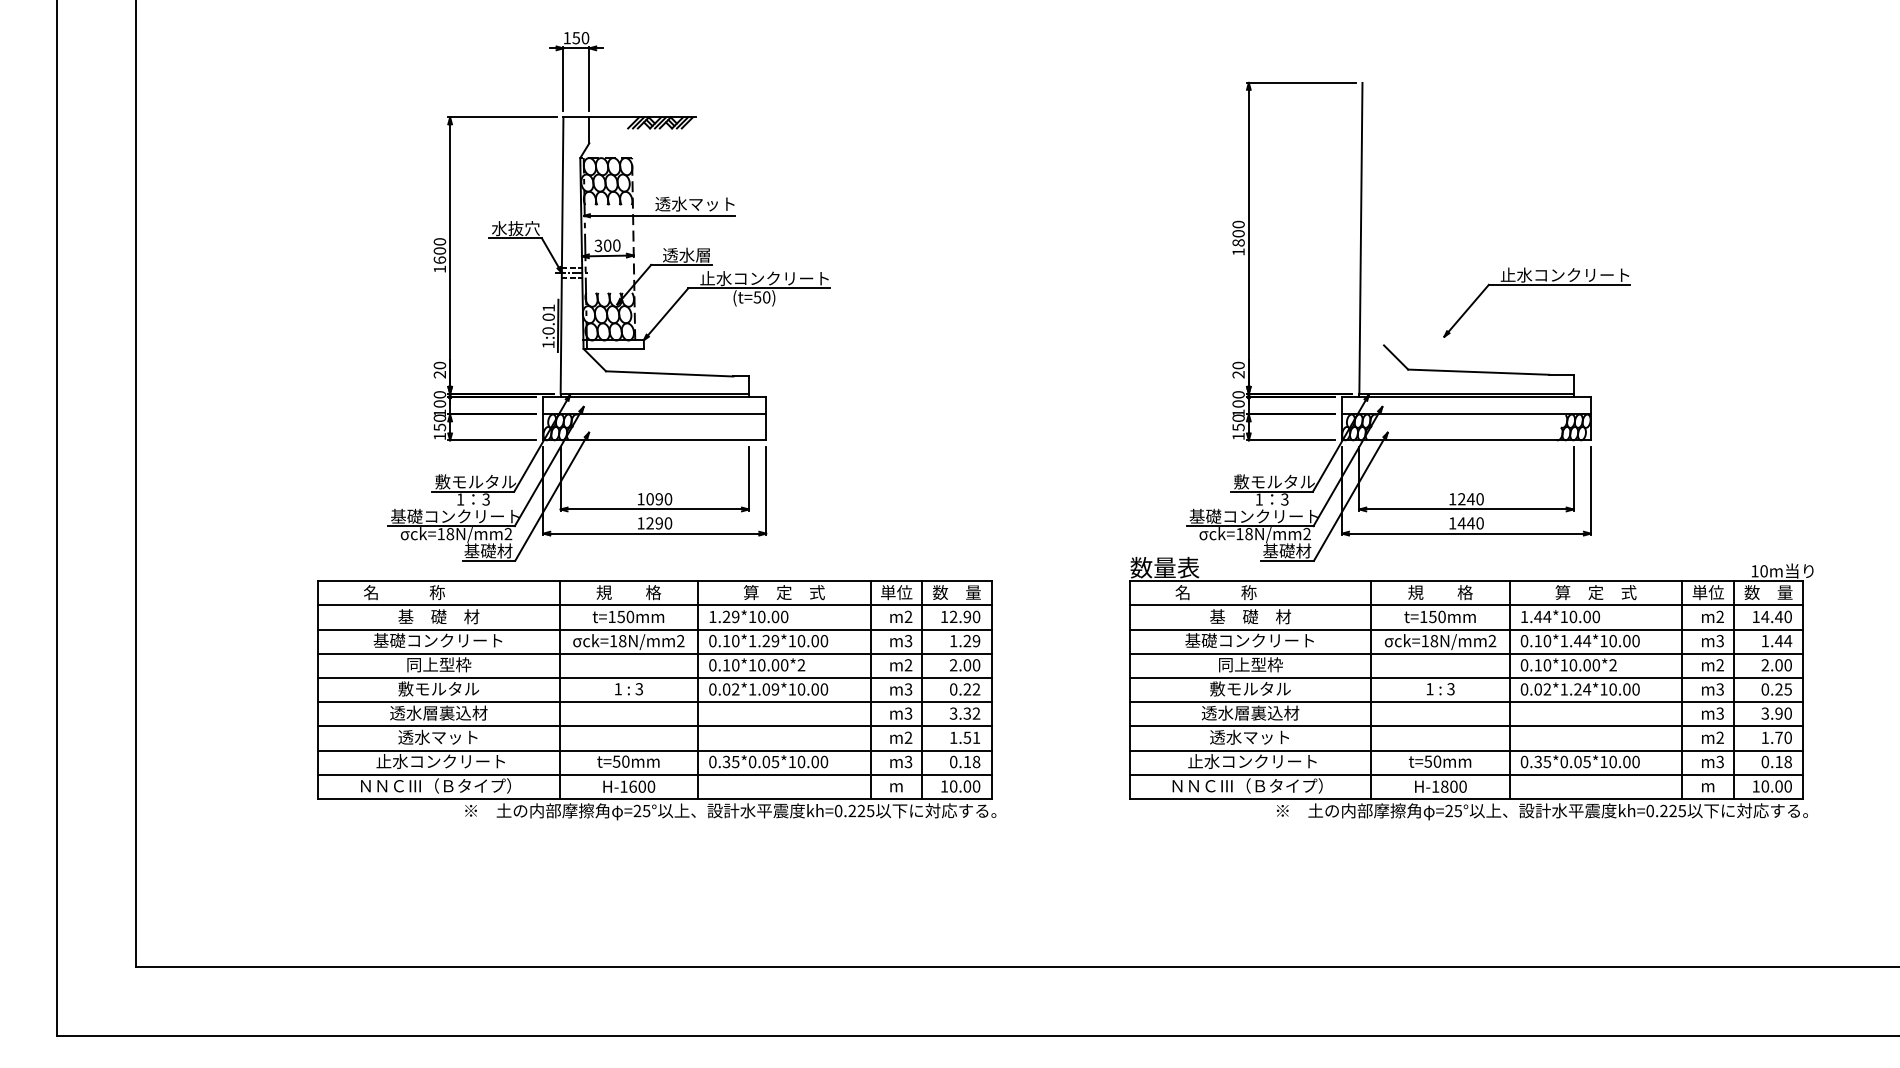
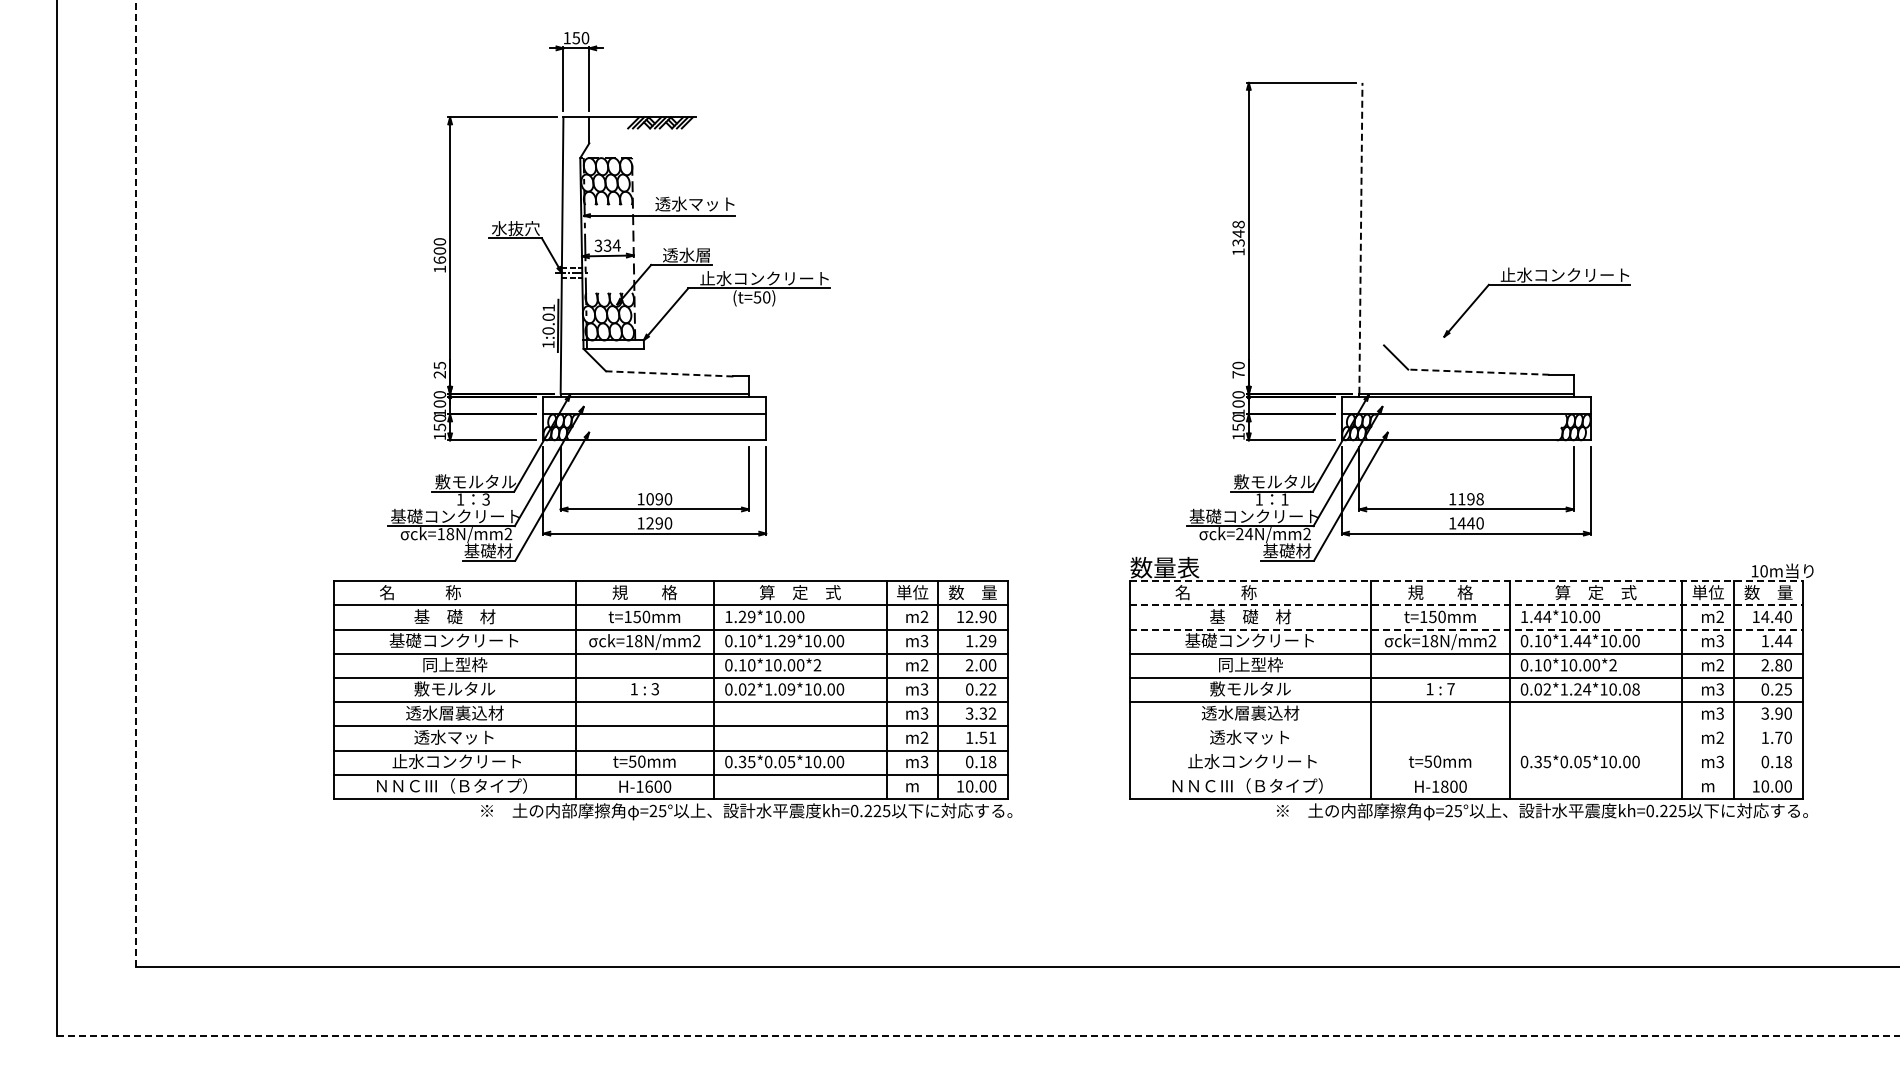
text at (1238, 233): 1800 -> 1348
line at (1360, 237): solid -> dashed
text at (611, 245): 300 -> 334
text at (439, 365): 20 -> 25
line at (1478, 372): solid -> dashed
line at (669, 373): solid -> dashed
text at (1238, 374): 20 -> 70
line at (136, 483): solid -> dashed
text at (1284, 499): 3 -> 1
text at (1470, 499): 1240 -> 1198
text at (1244, 533): ck=18N/mm2 -> ck=24N/mm2
line at (1466, 581): solid -> dashed
line at (1466, 605): solid -> dashed
line at (1466, 629): solid -> dashed
text at (1778, 665): 2.00 -> 2.80
text at (1450, 689): 3 -> 7
text at (1635, 689): 0.02*1.24*10.00 -> 0.02*1.24*10.08
part at (656, 700) position: (656, 700) -> (672, 700)
line at (1466, 726): present -> none
line at (1466, 750): present -> none
line at (1466, 774): present -> none
line at (978, 1036): solid -> dashed
